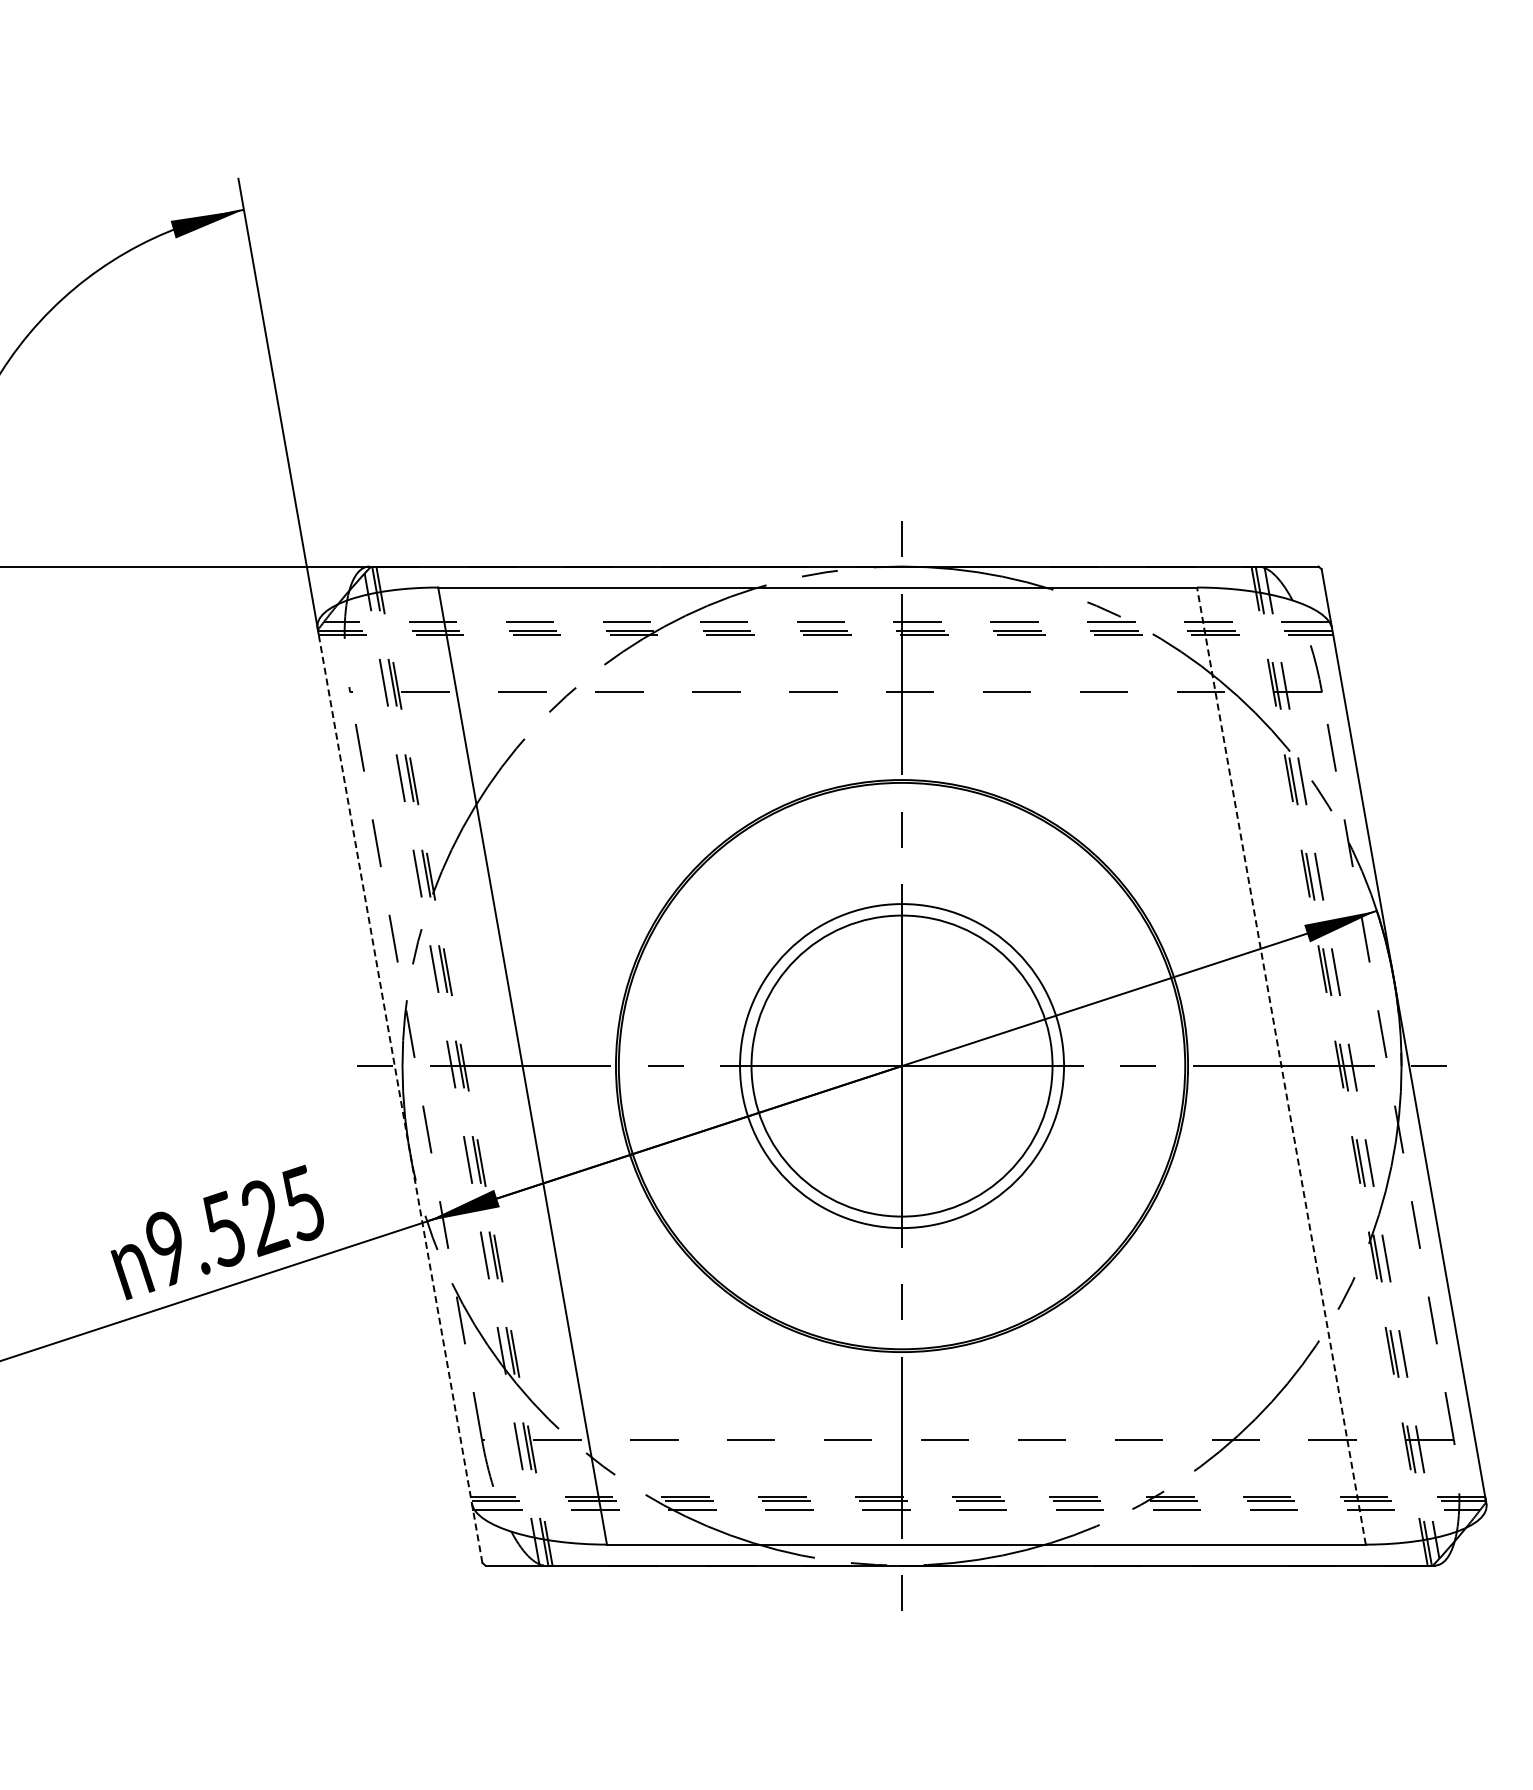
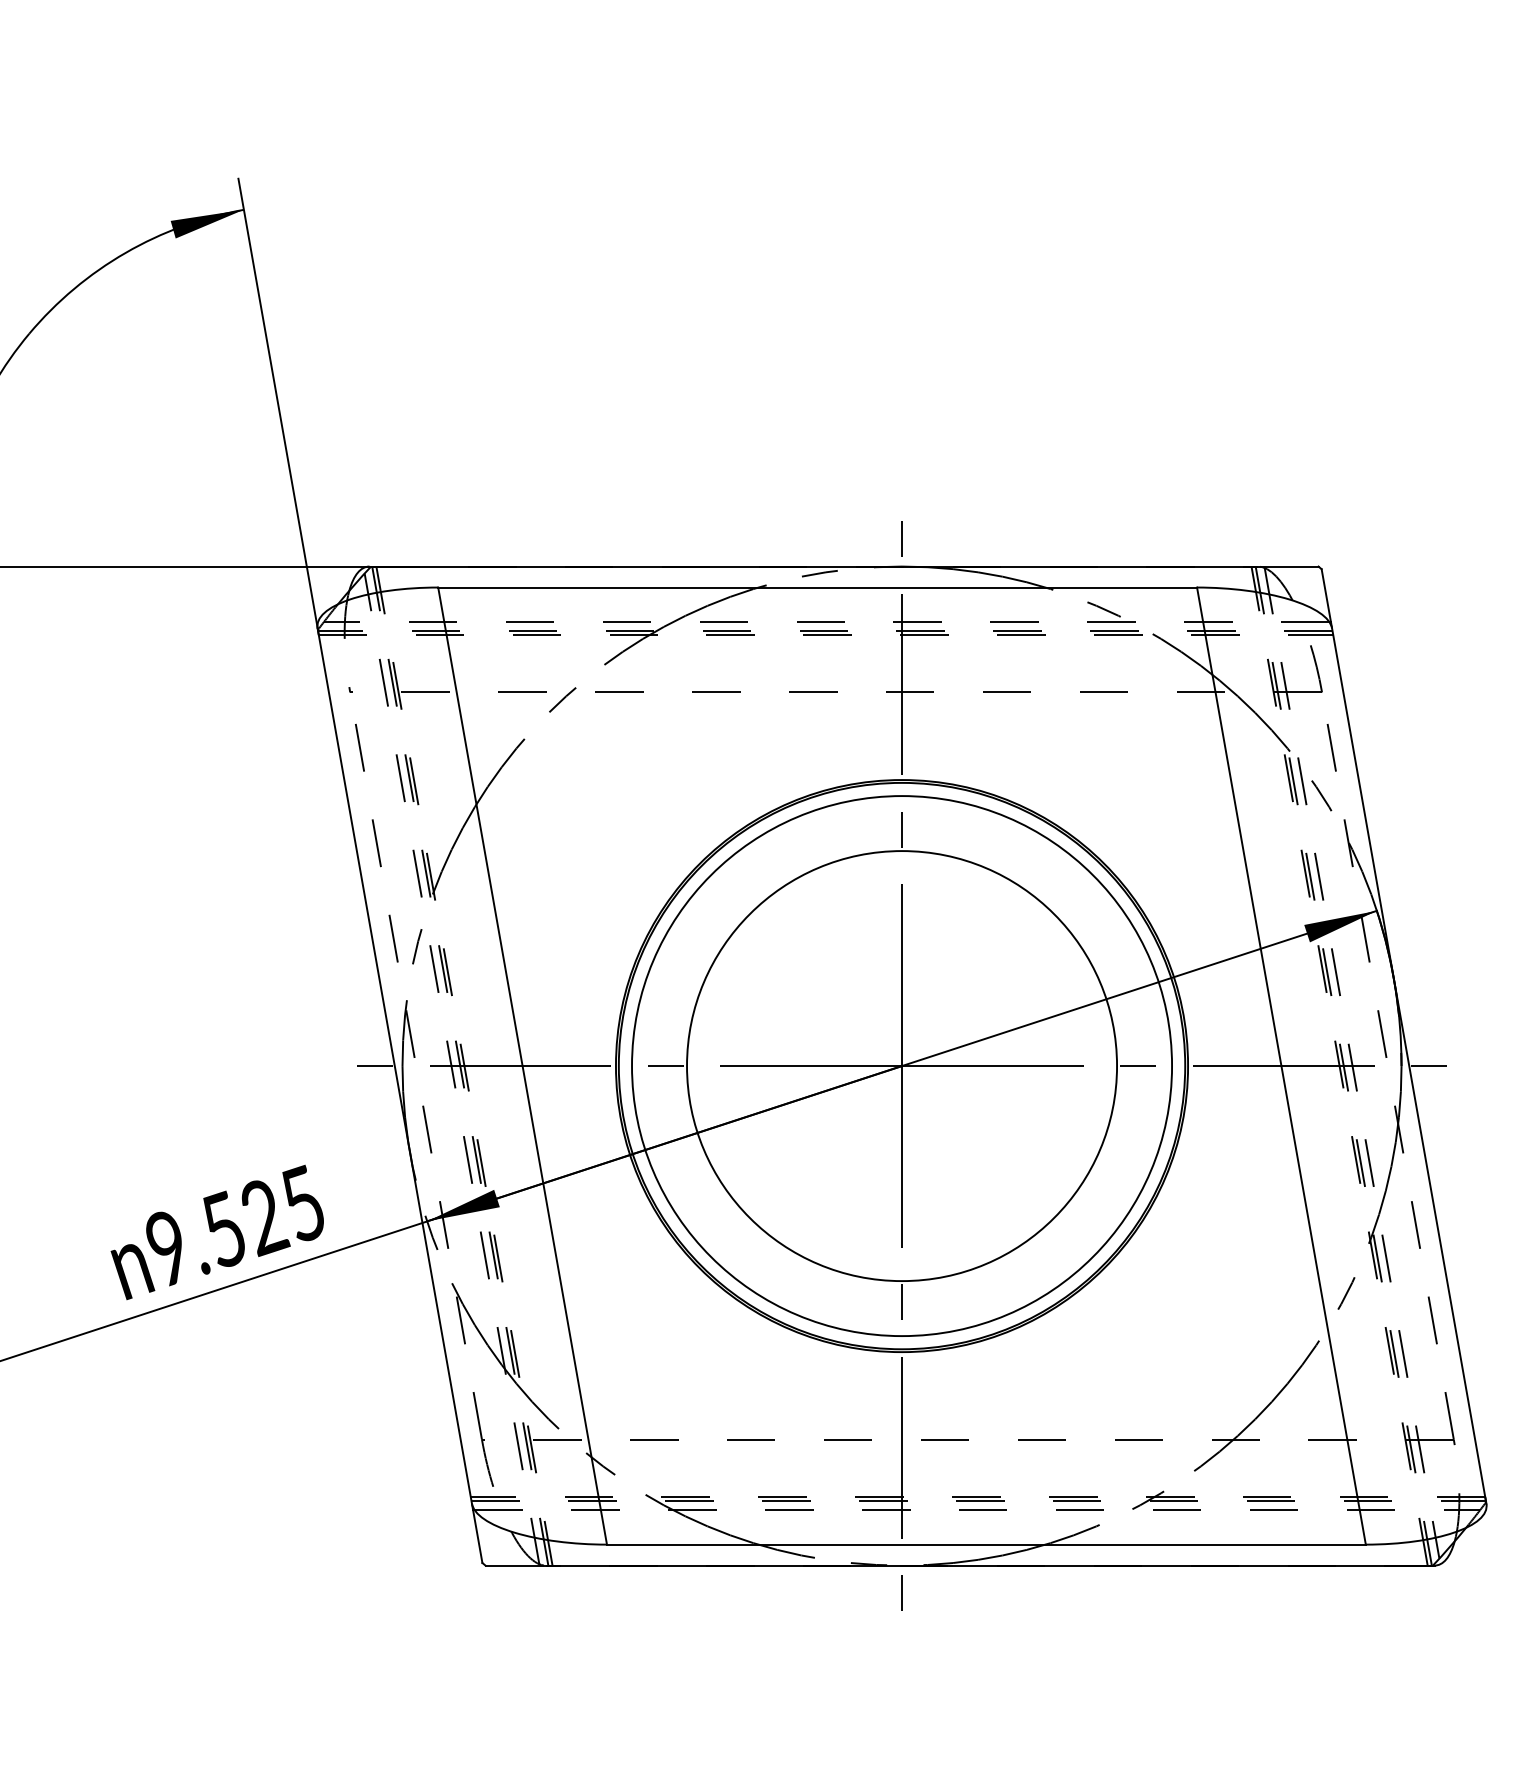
circle at (901, 1065) diameter: 301 px -> 430 px
circle at (902, 1066) diameter: 324 px -> 540 px
line at (1281, 1066): dashed -> solid
line at (399, 1095): dashed -> solid
